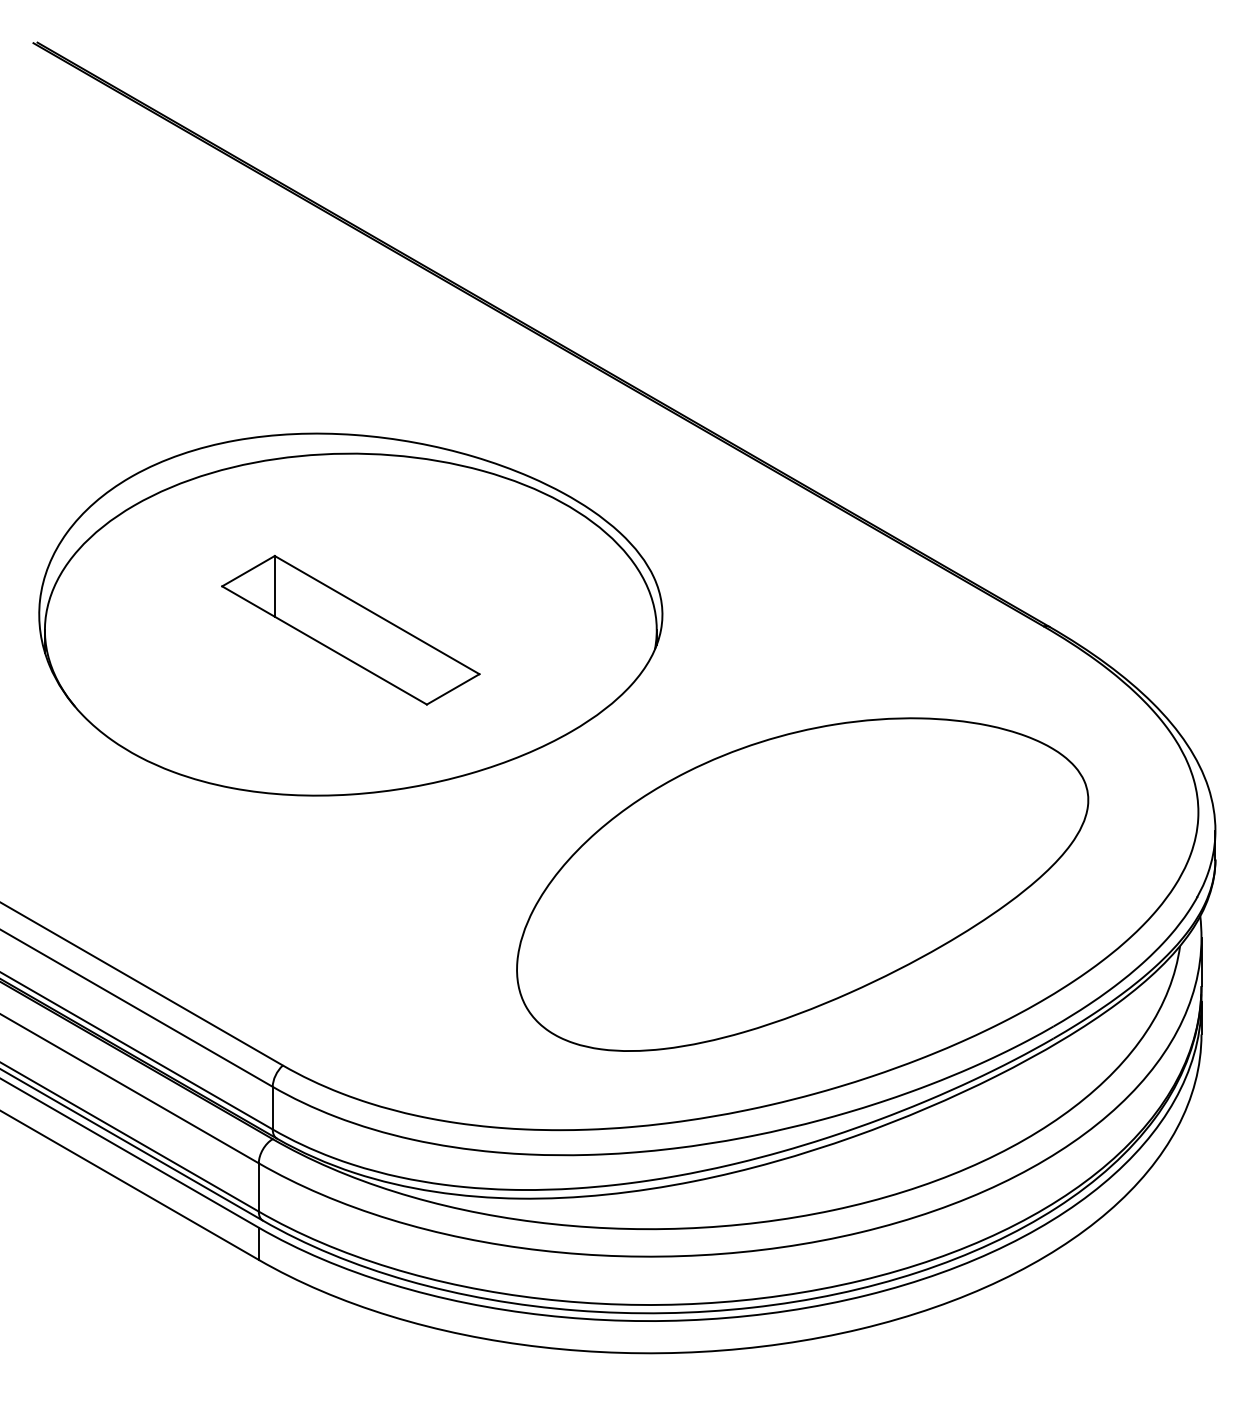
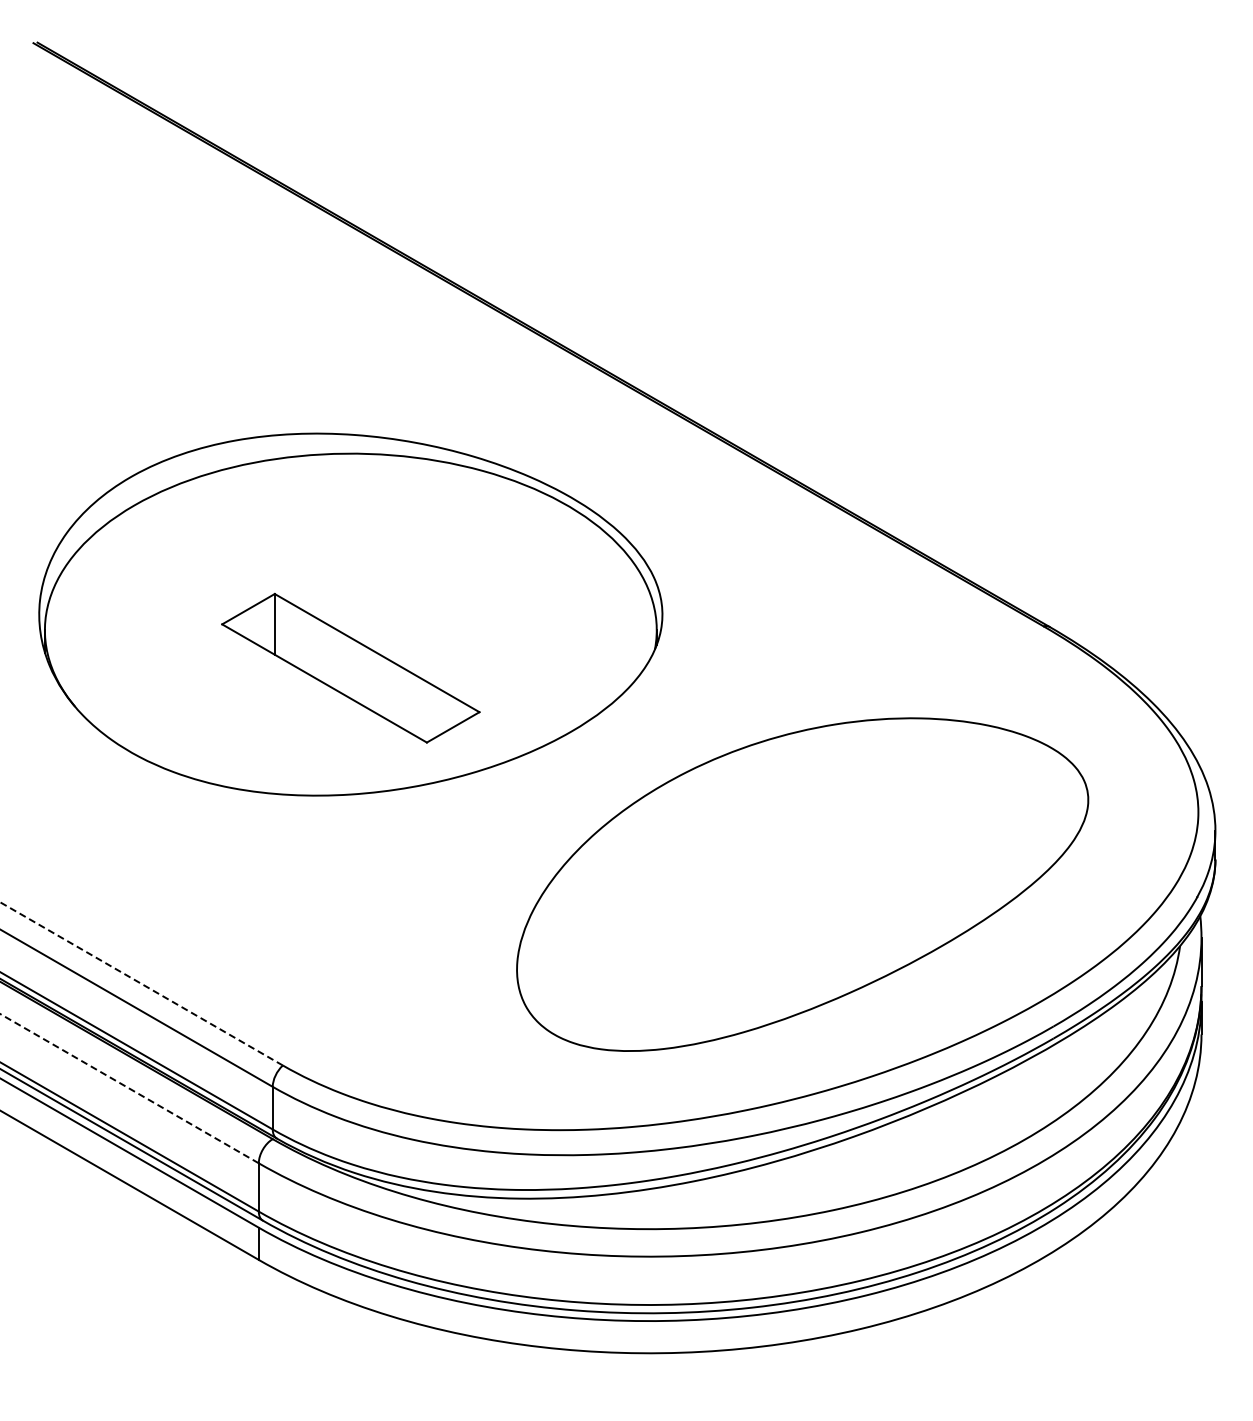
part at (350, 629) position: (350, 629) -> (350, 667)
line at (141, 984): solid -> dashed
line at (129, 1088): solid -> dashed
